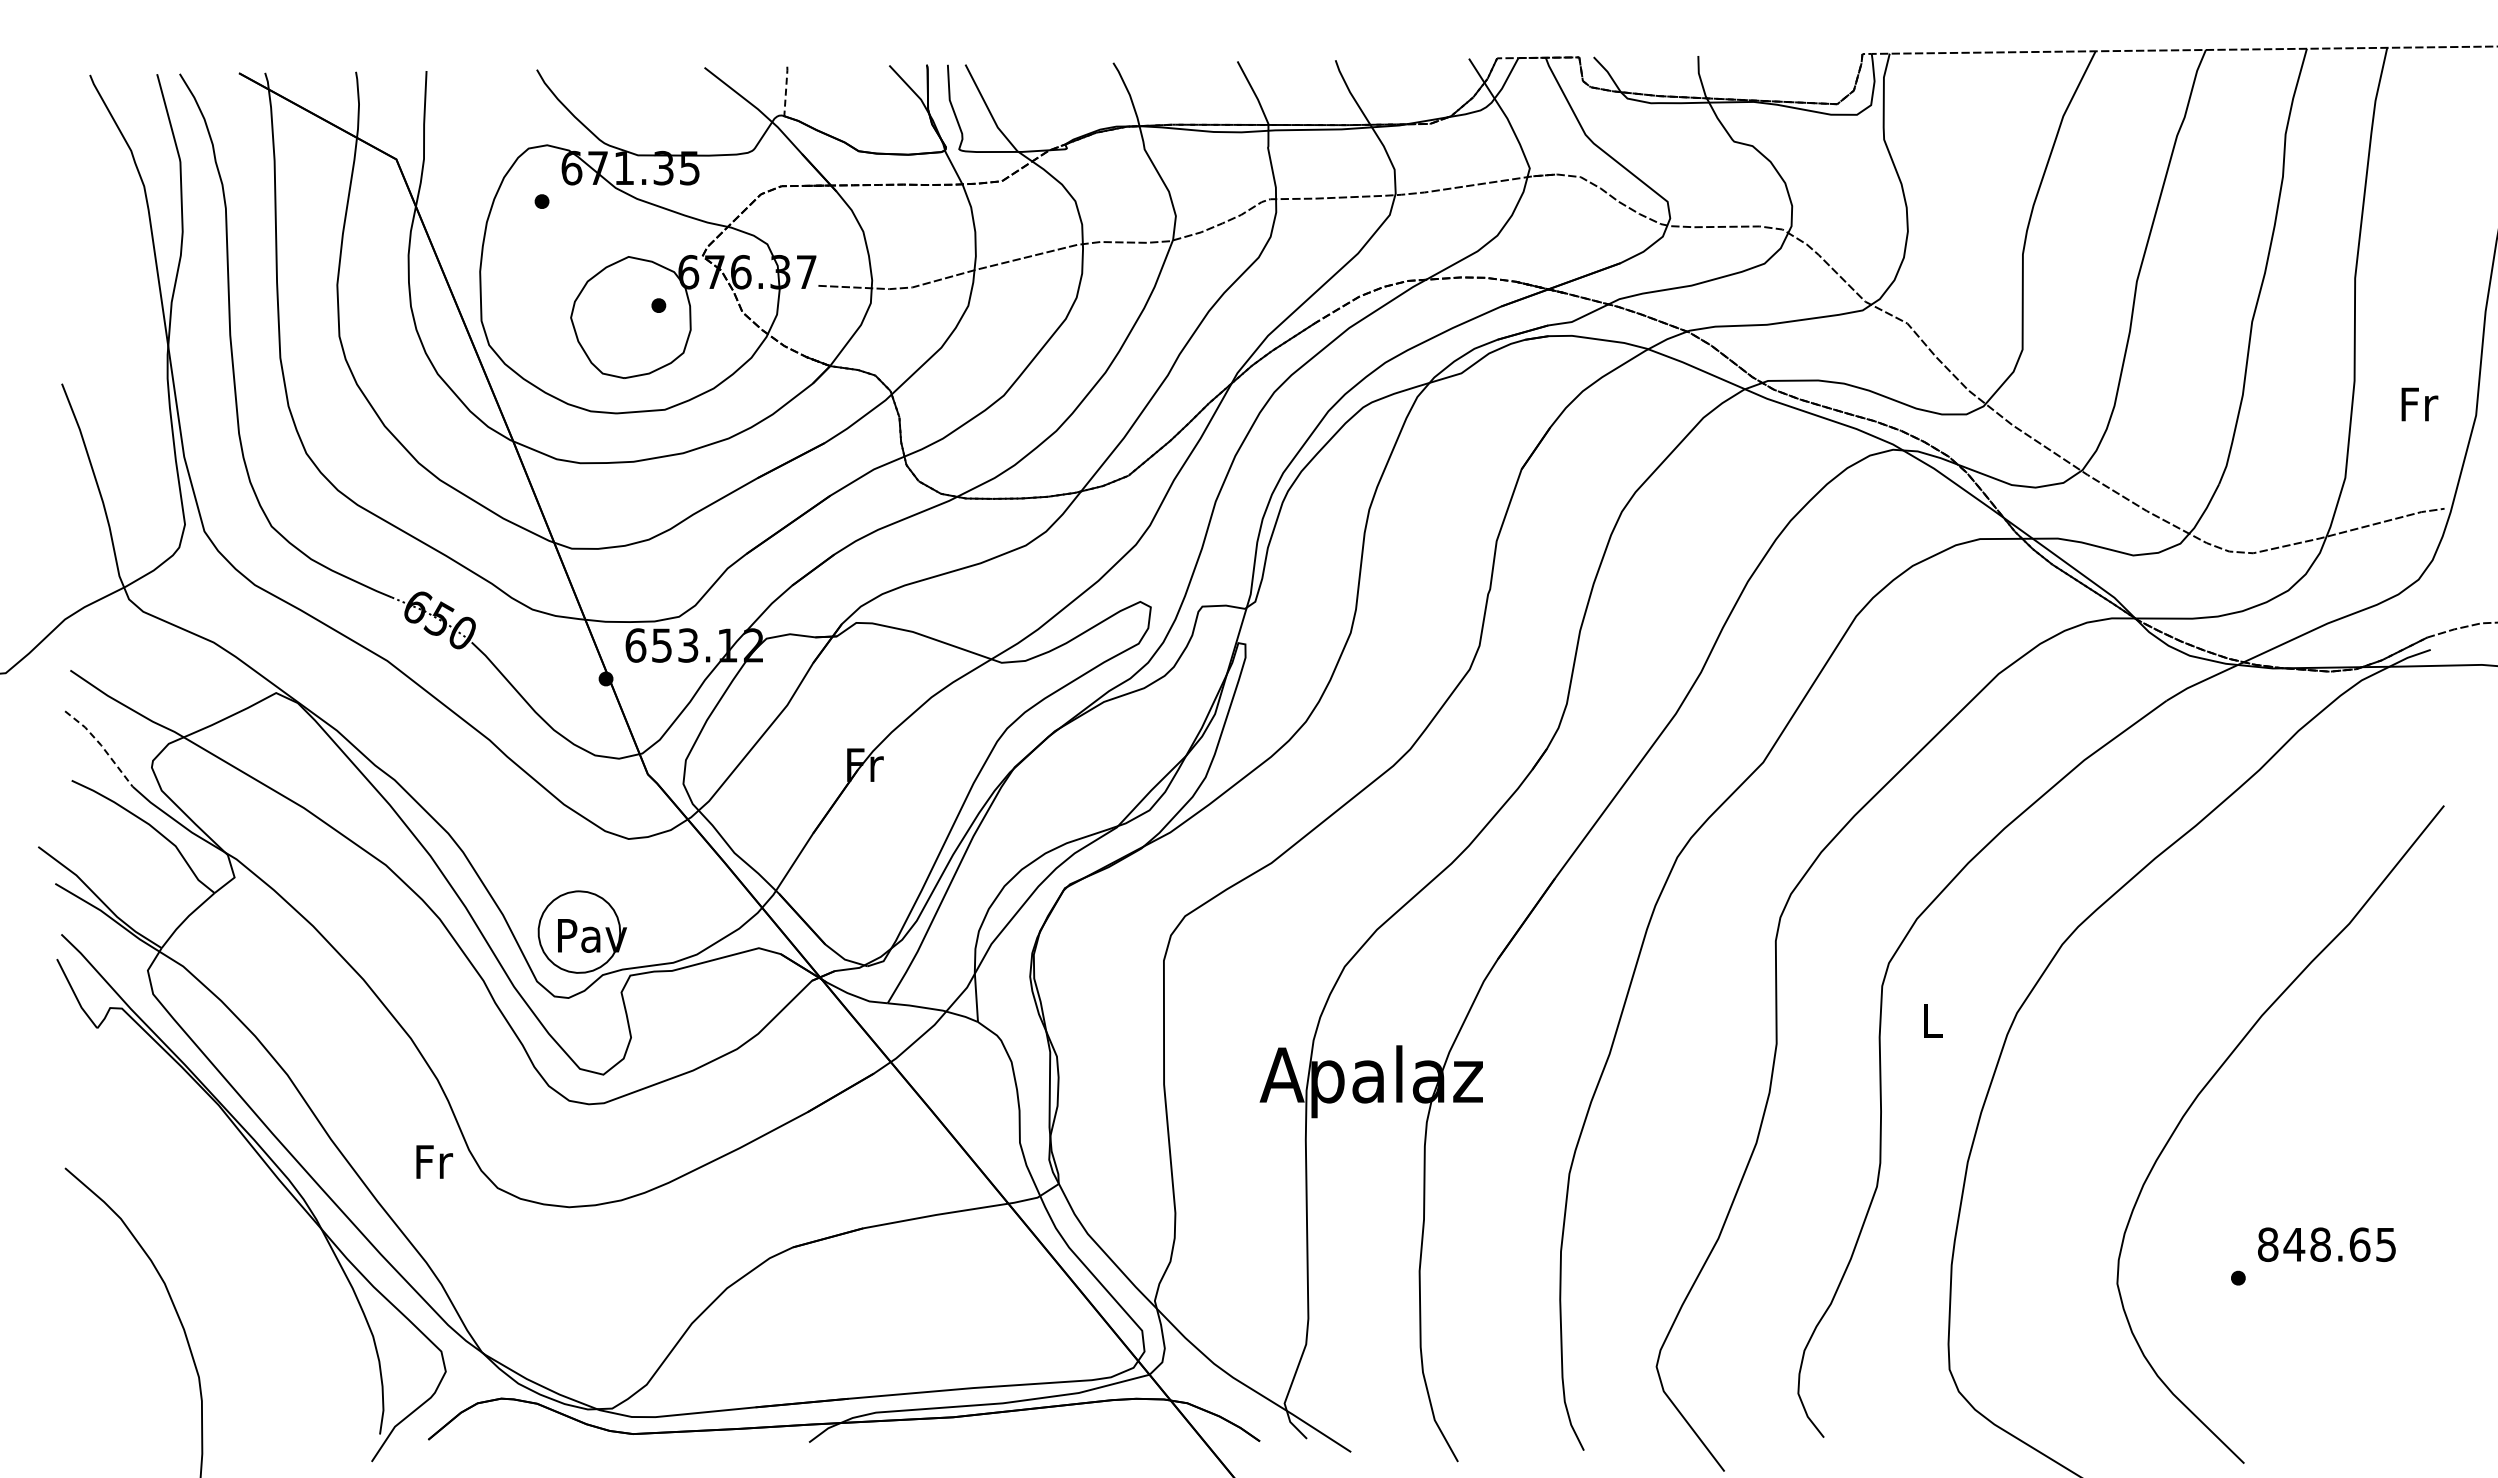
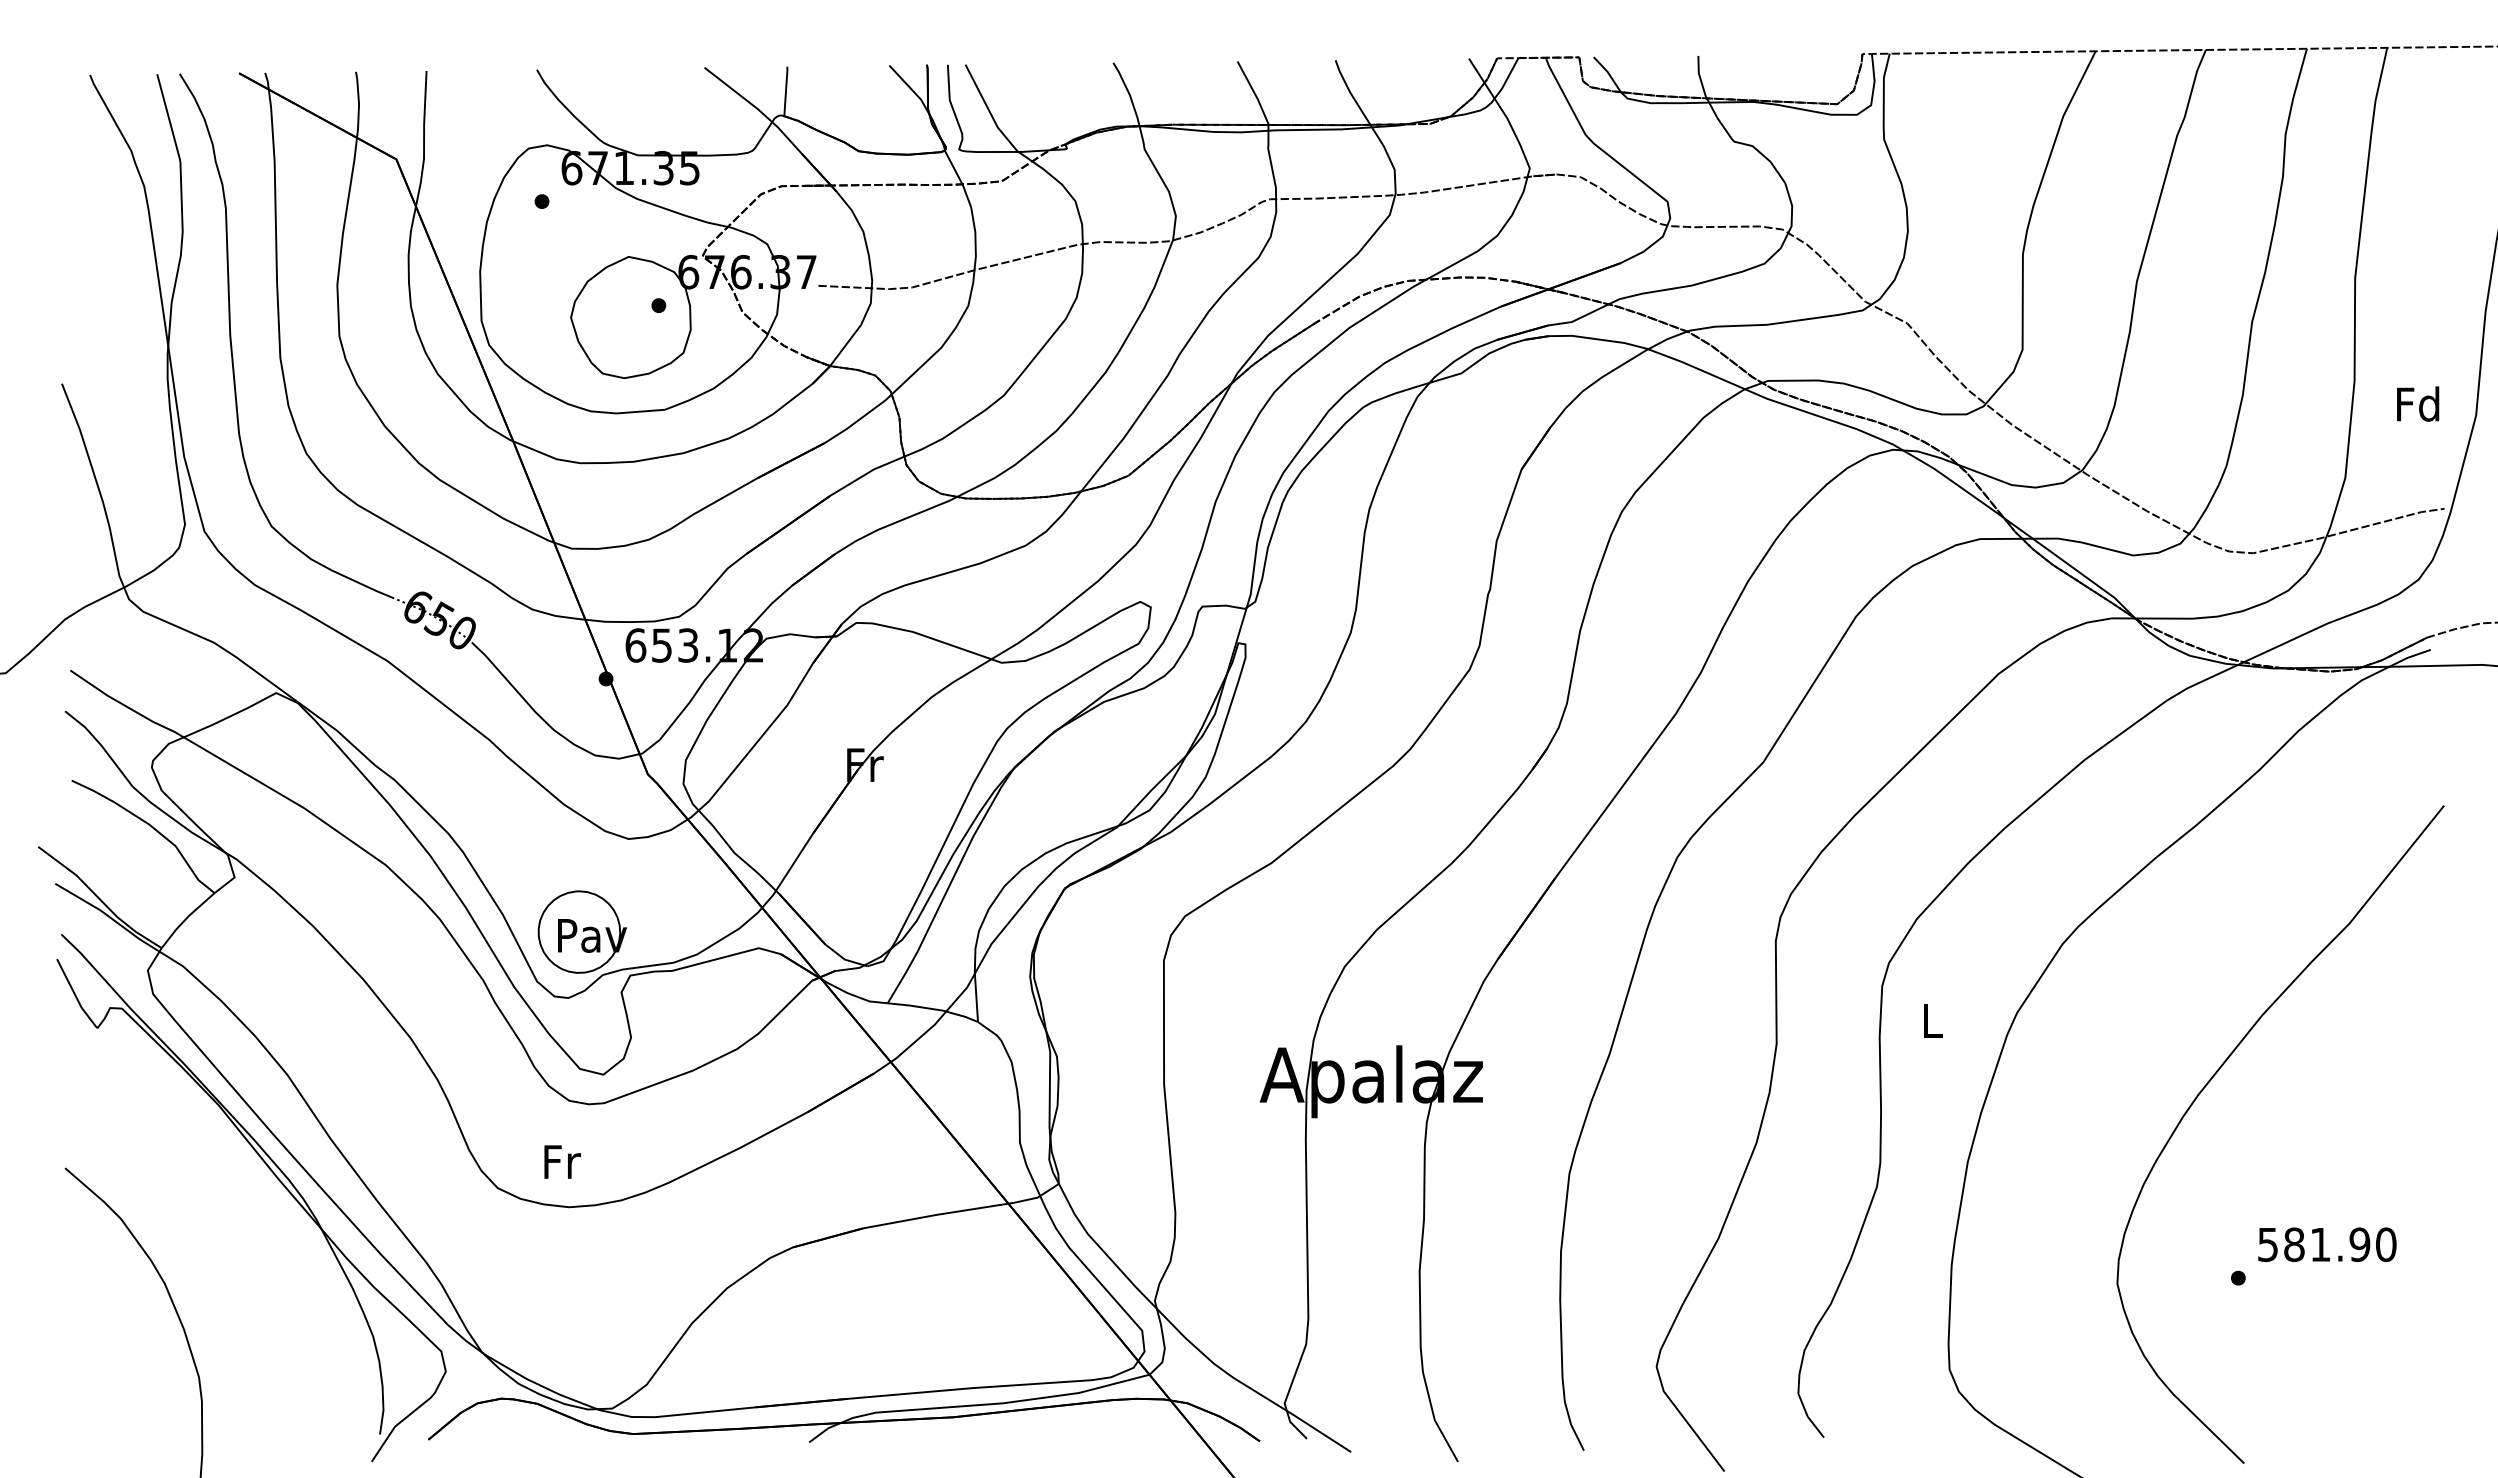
line at (786, 90): dashed -> solid
text at (2418, 403): Fr -> Fd
line at (101, 745): dashed -> solid
text at (434, 1161) position: (434, 1161) -> (562, 1161)
text at (2327, 1244): 848.65 -> 581.90
